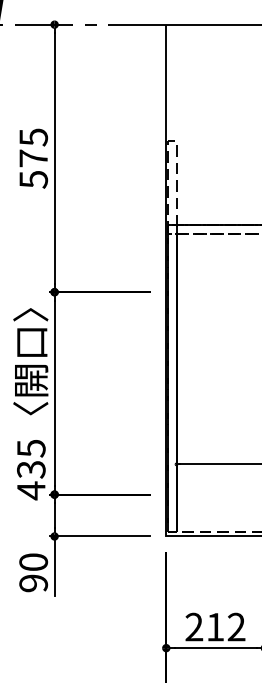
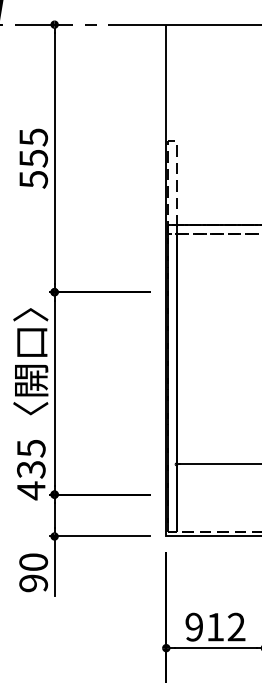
text at (33, 158): 575 -> 555
text at (194, 627): 212 -> 912
